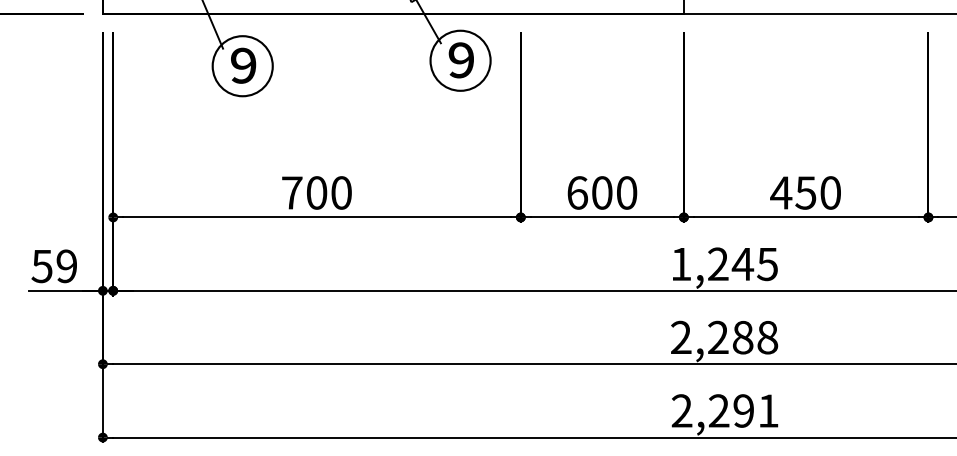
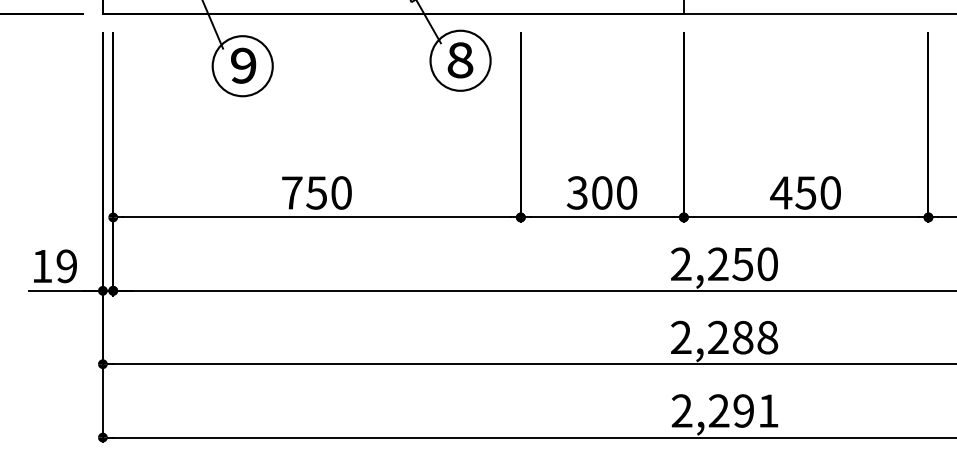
text at (460, 60): ⑨ -> ⑧
text at (316, 192): 700 -> 750
text at (577, 192): 600 -> 300
text at (724, 264): 1,245 -> 2,250
text at (41, 266): 59 -> 19
